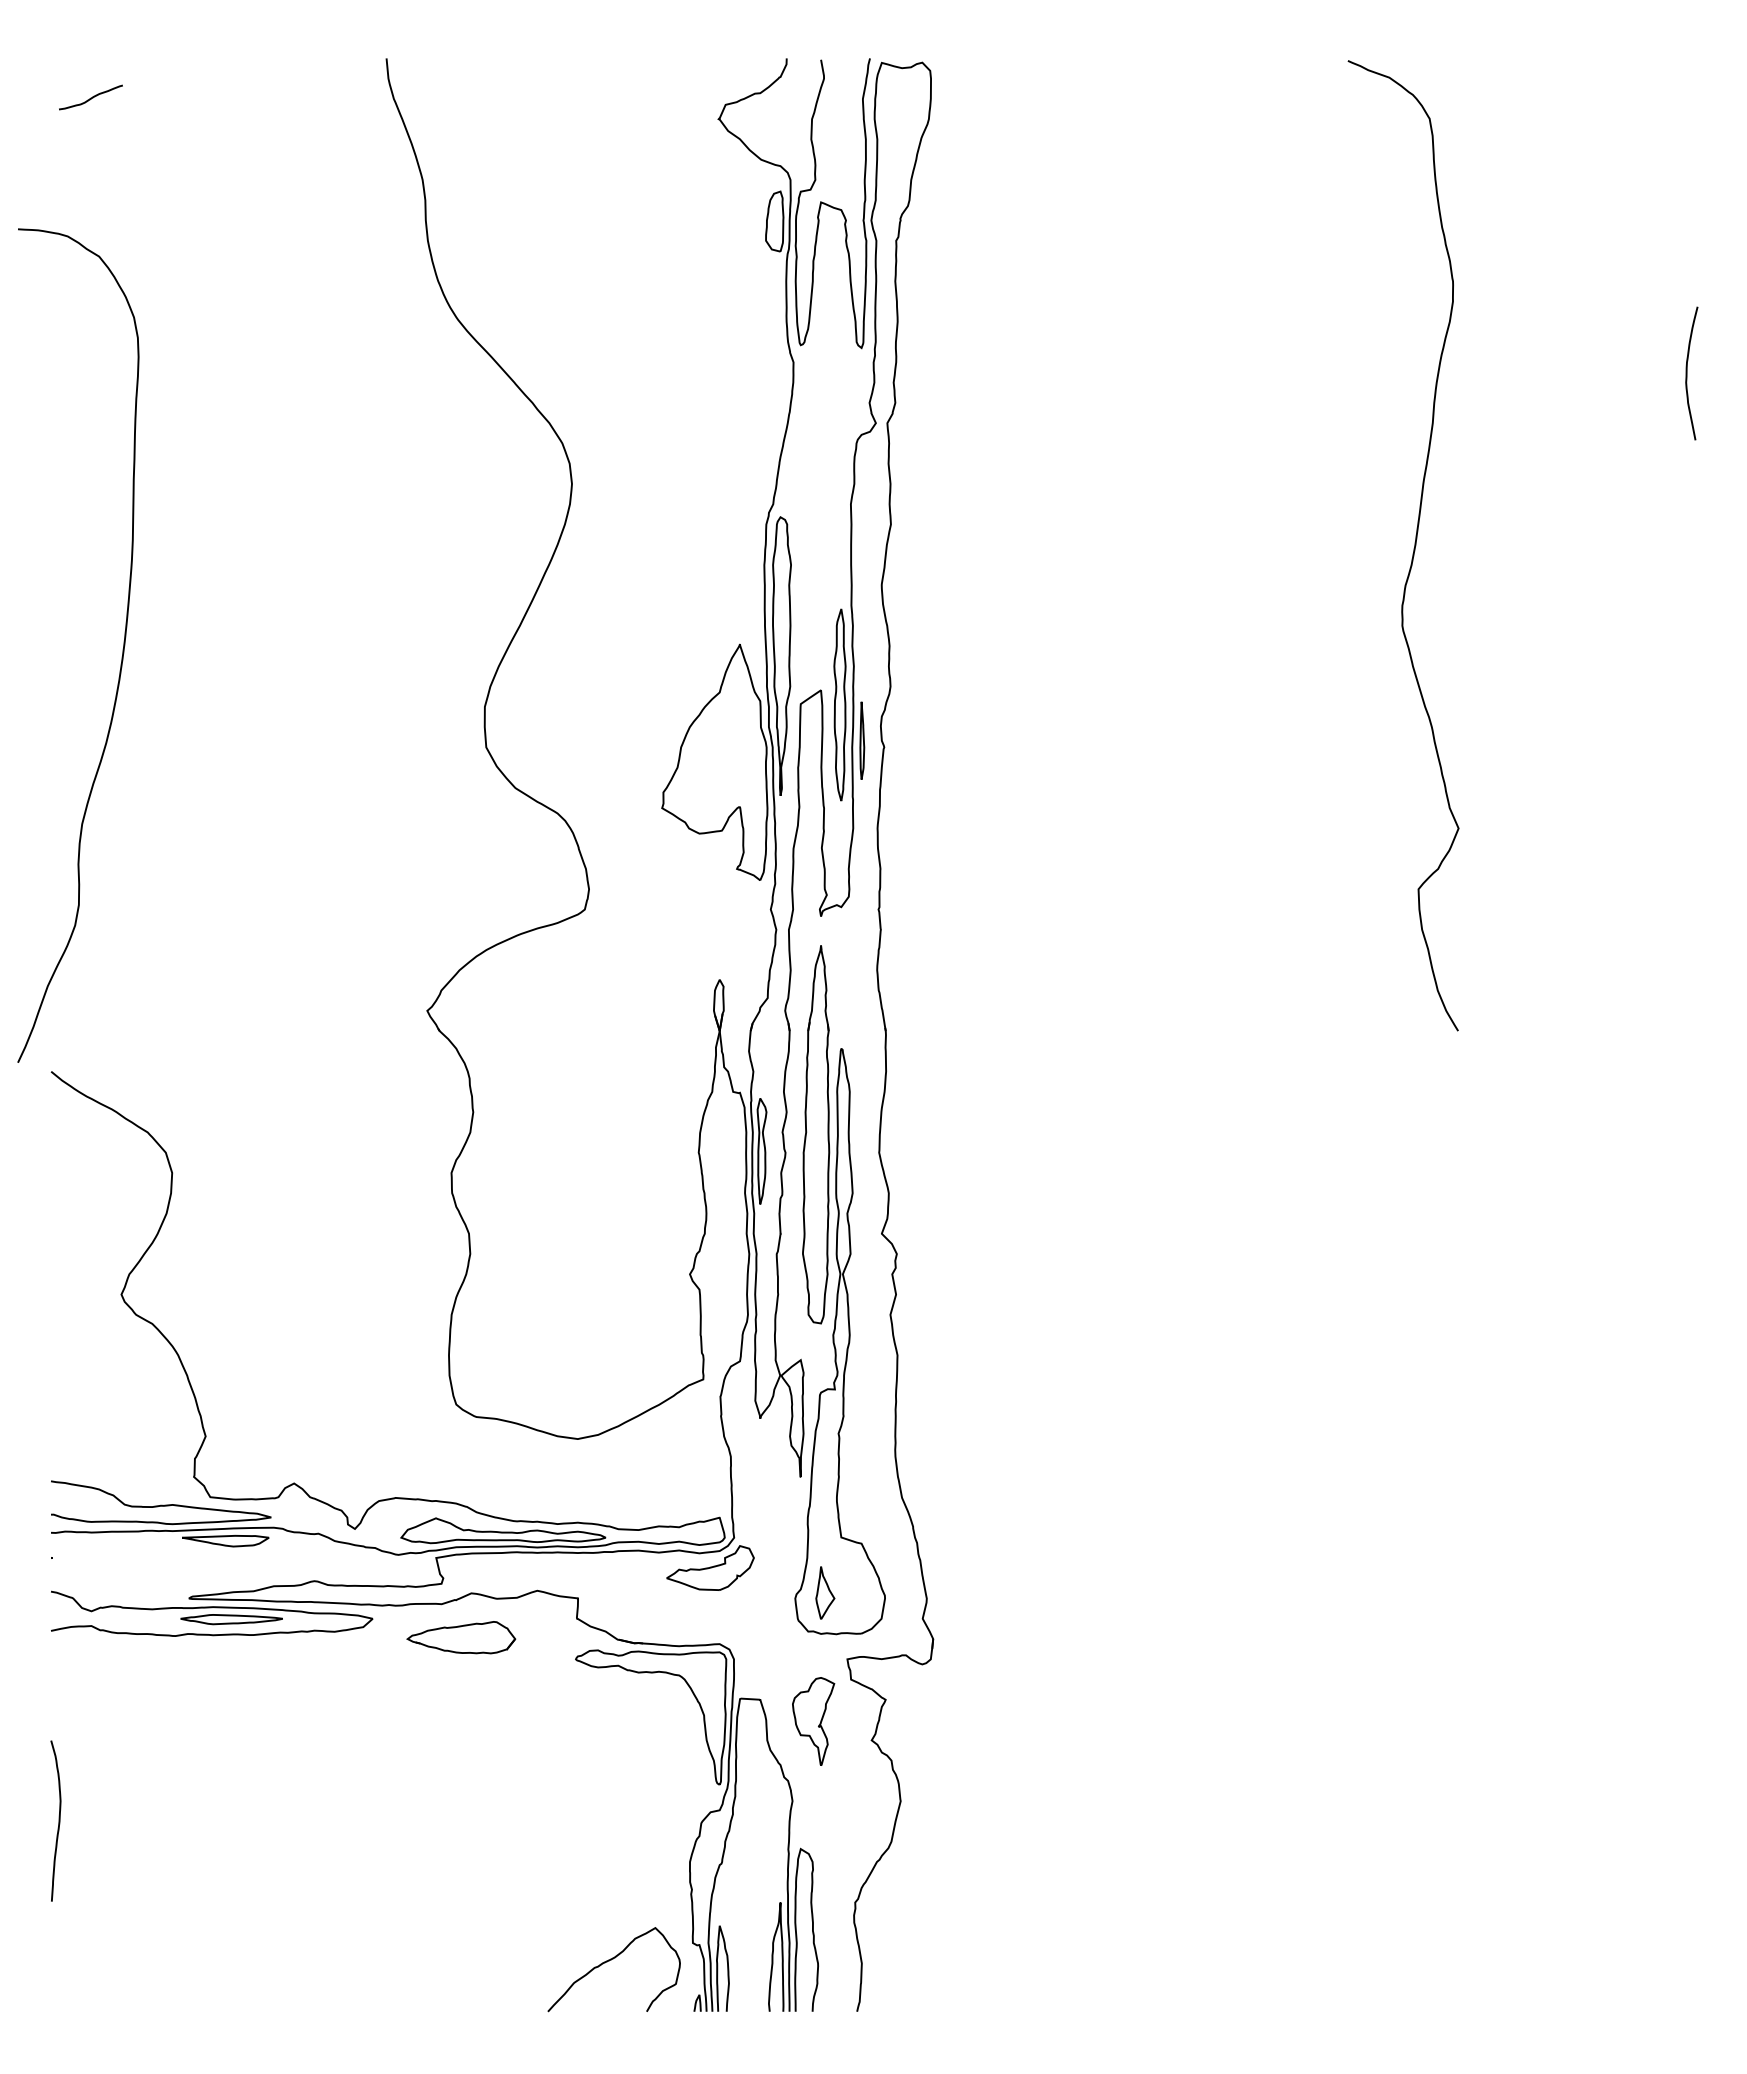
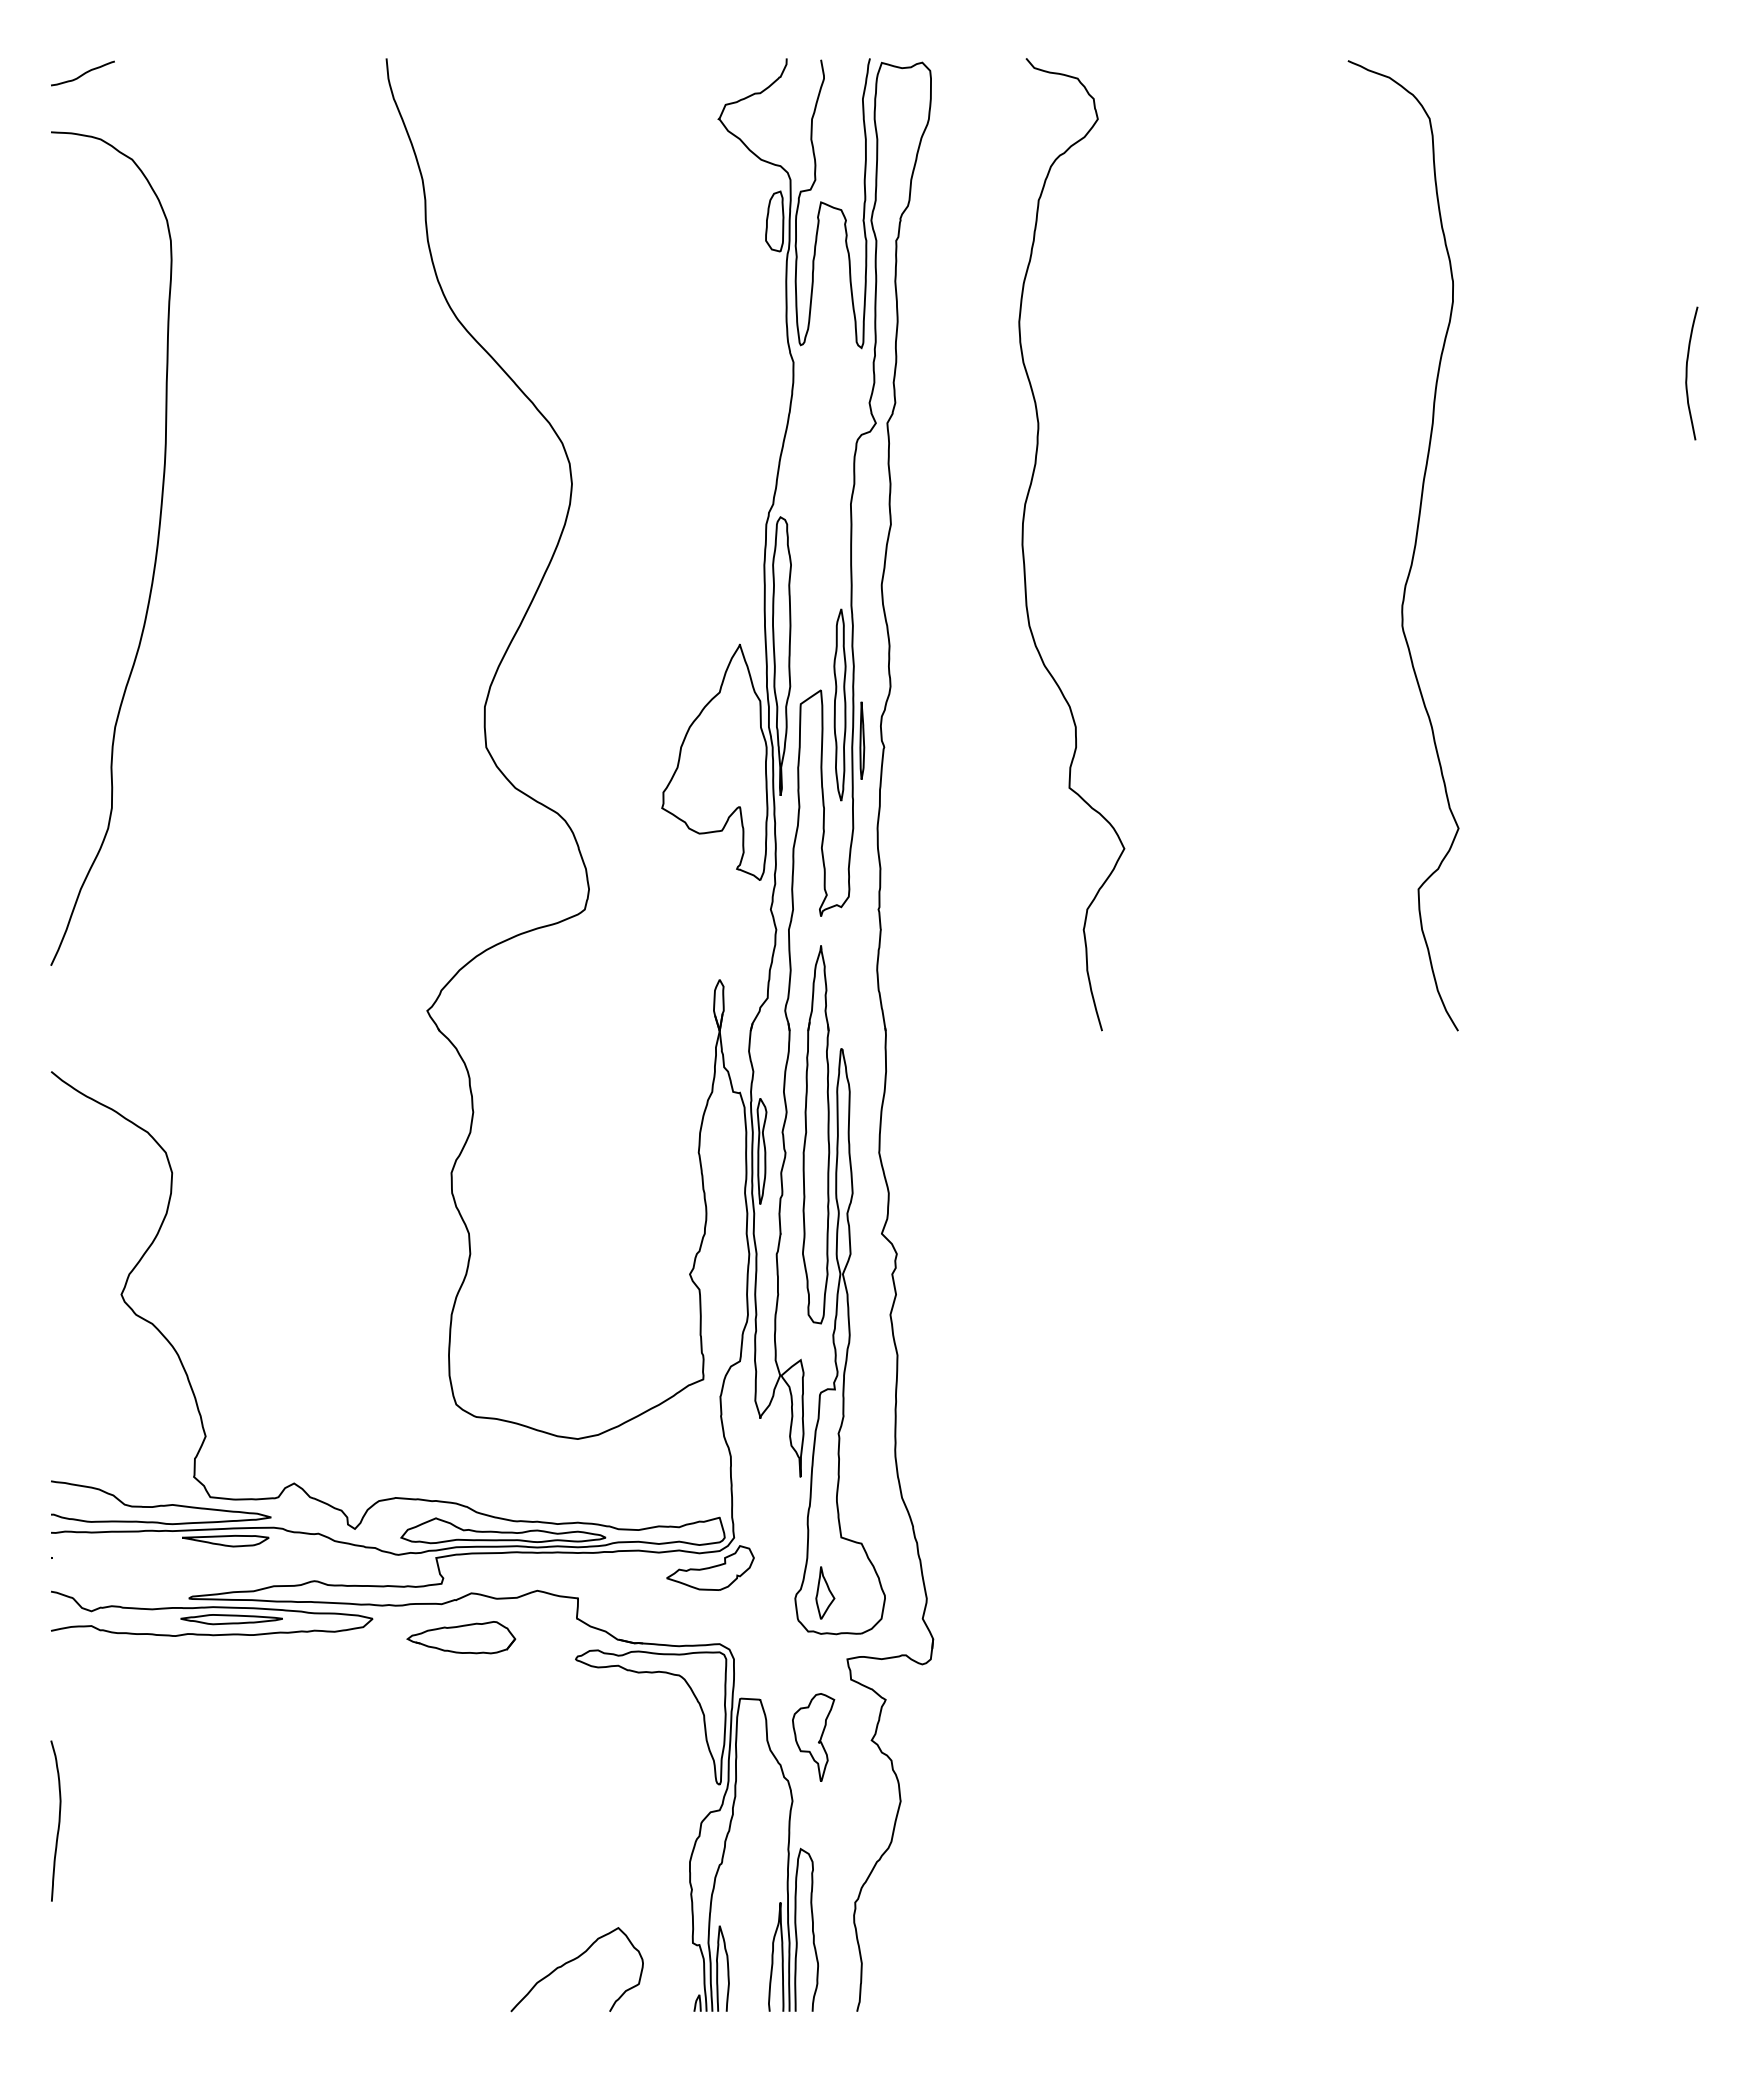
curve at (90, 97) position: (90, 97) -> (82, 73)
curve at (1024, 553): none -> present
curve at (122, 649) position: (122, 649) -> (155, 552)
part at (813, 1721) position: (813, 1721) -> (813, 1737)
curve at (609, 1961) position: (609, 1961) -> (572, 1961)
